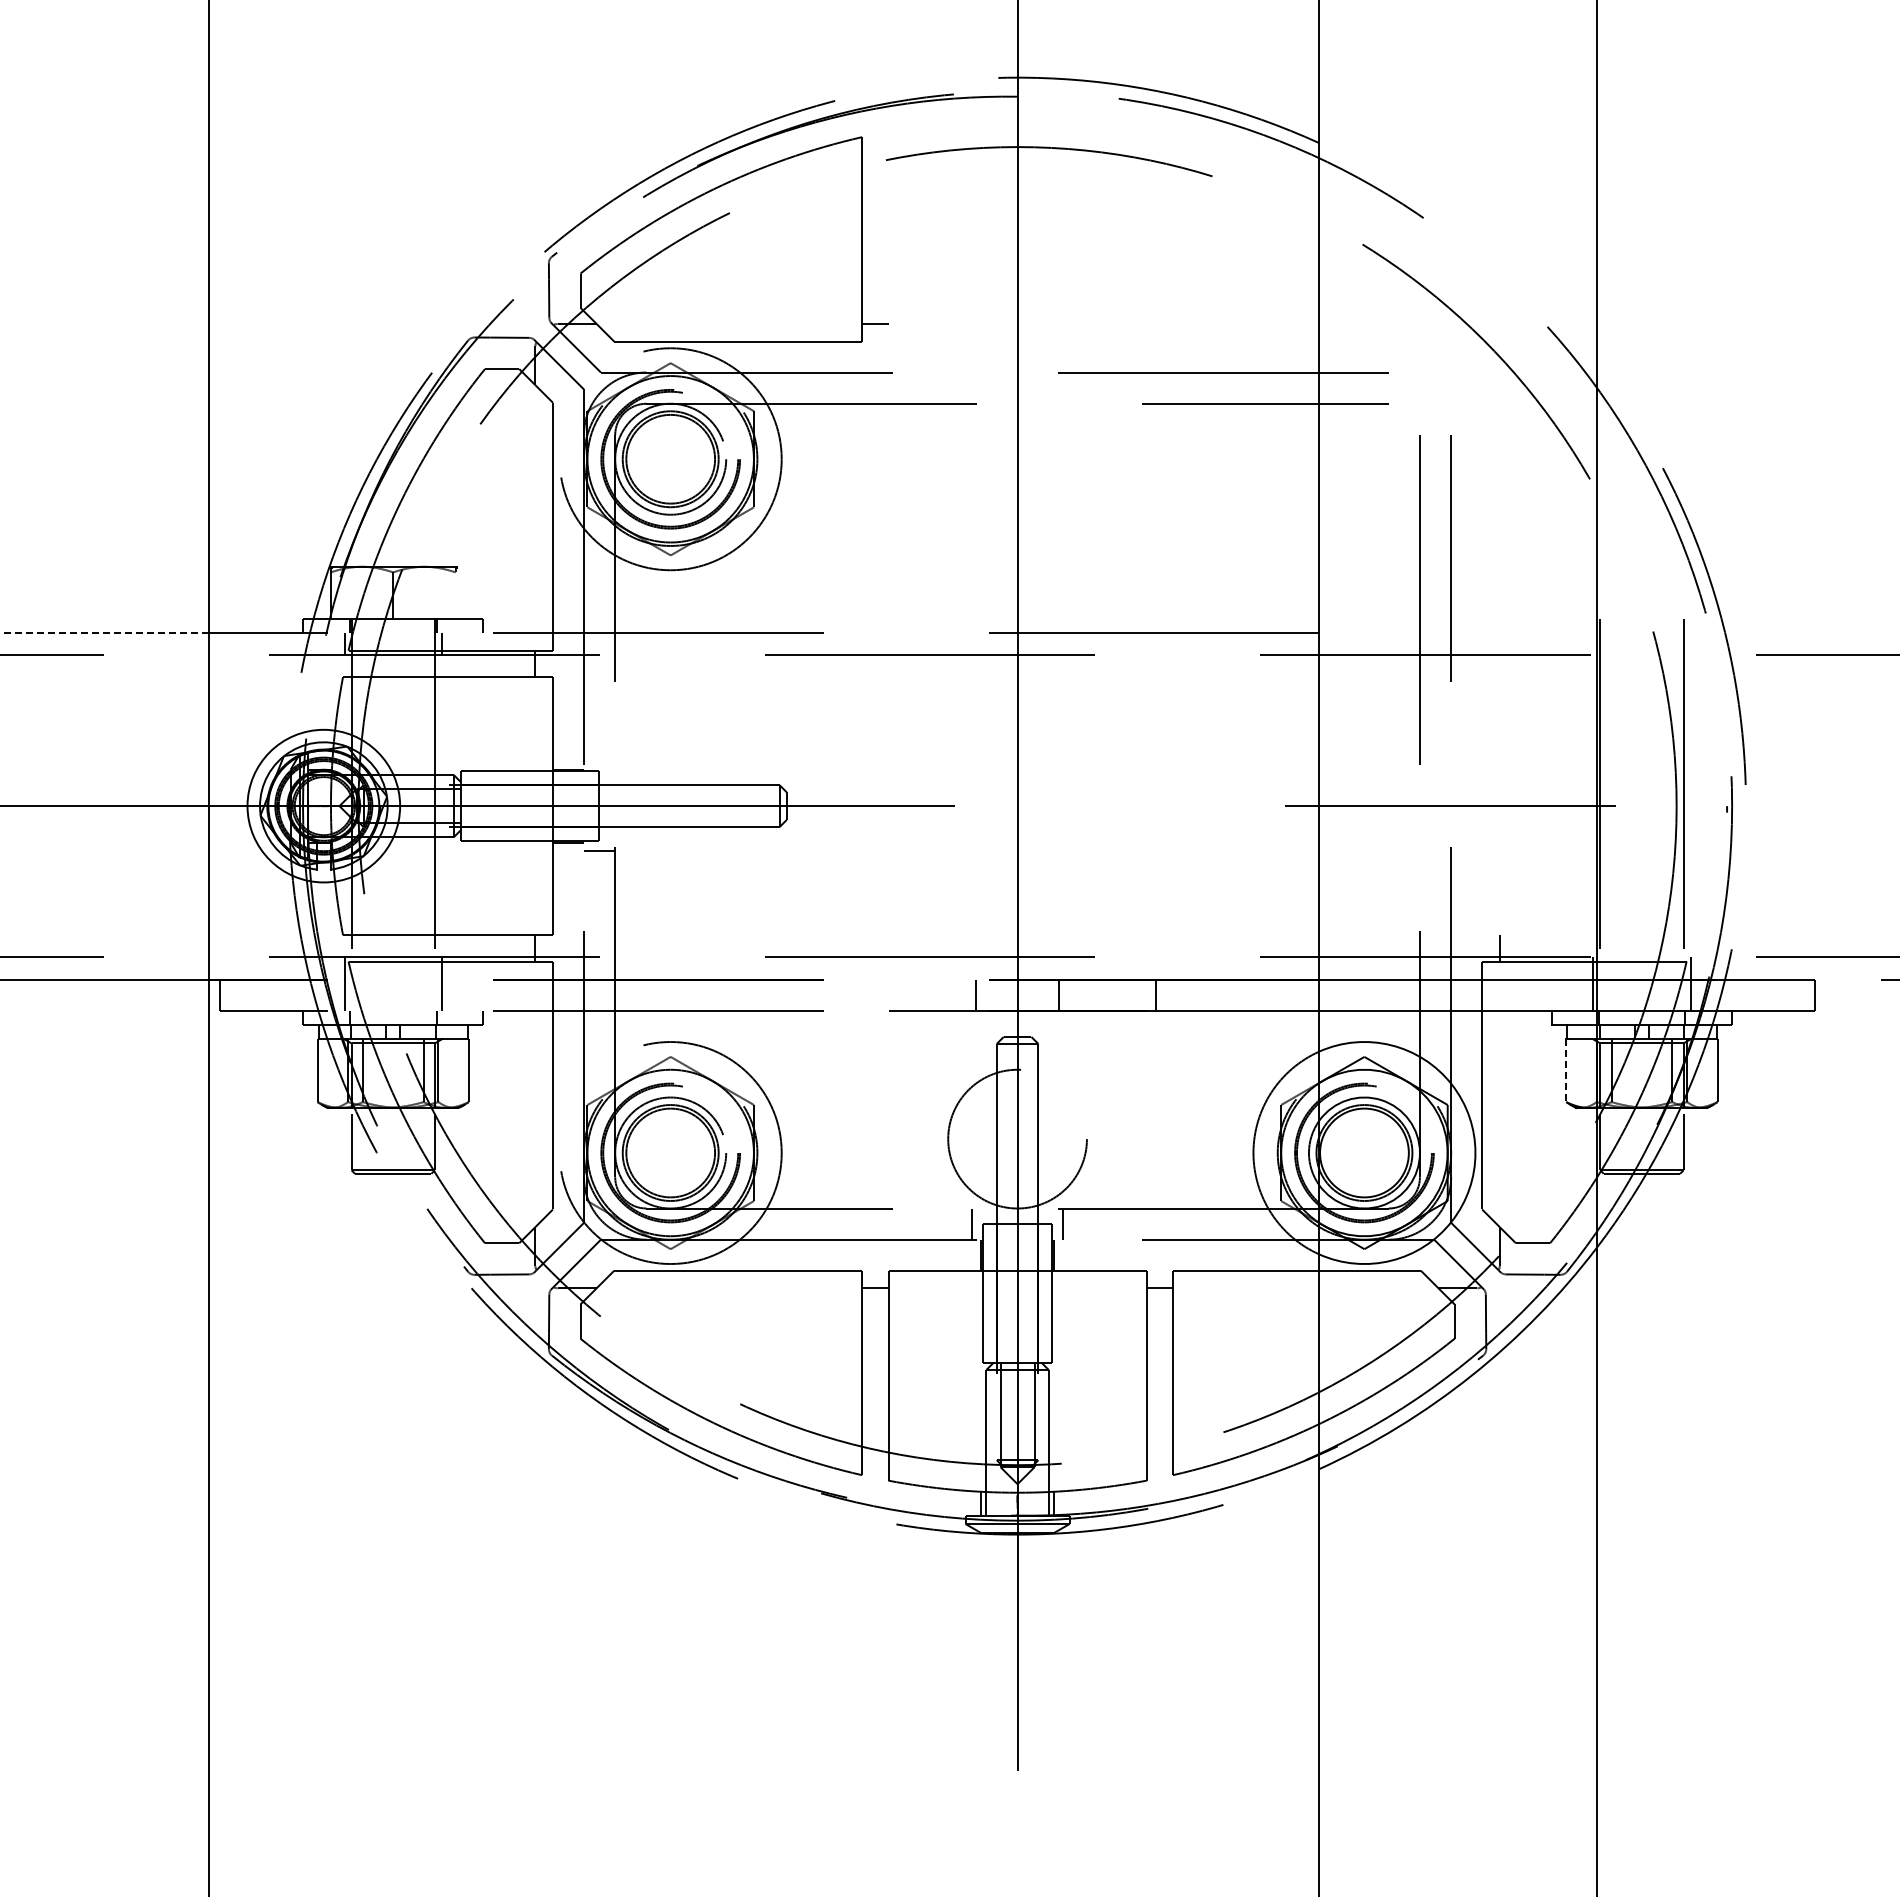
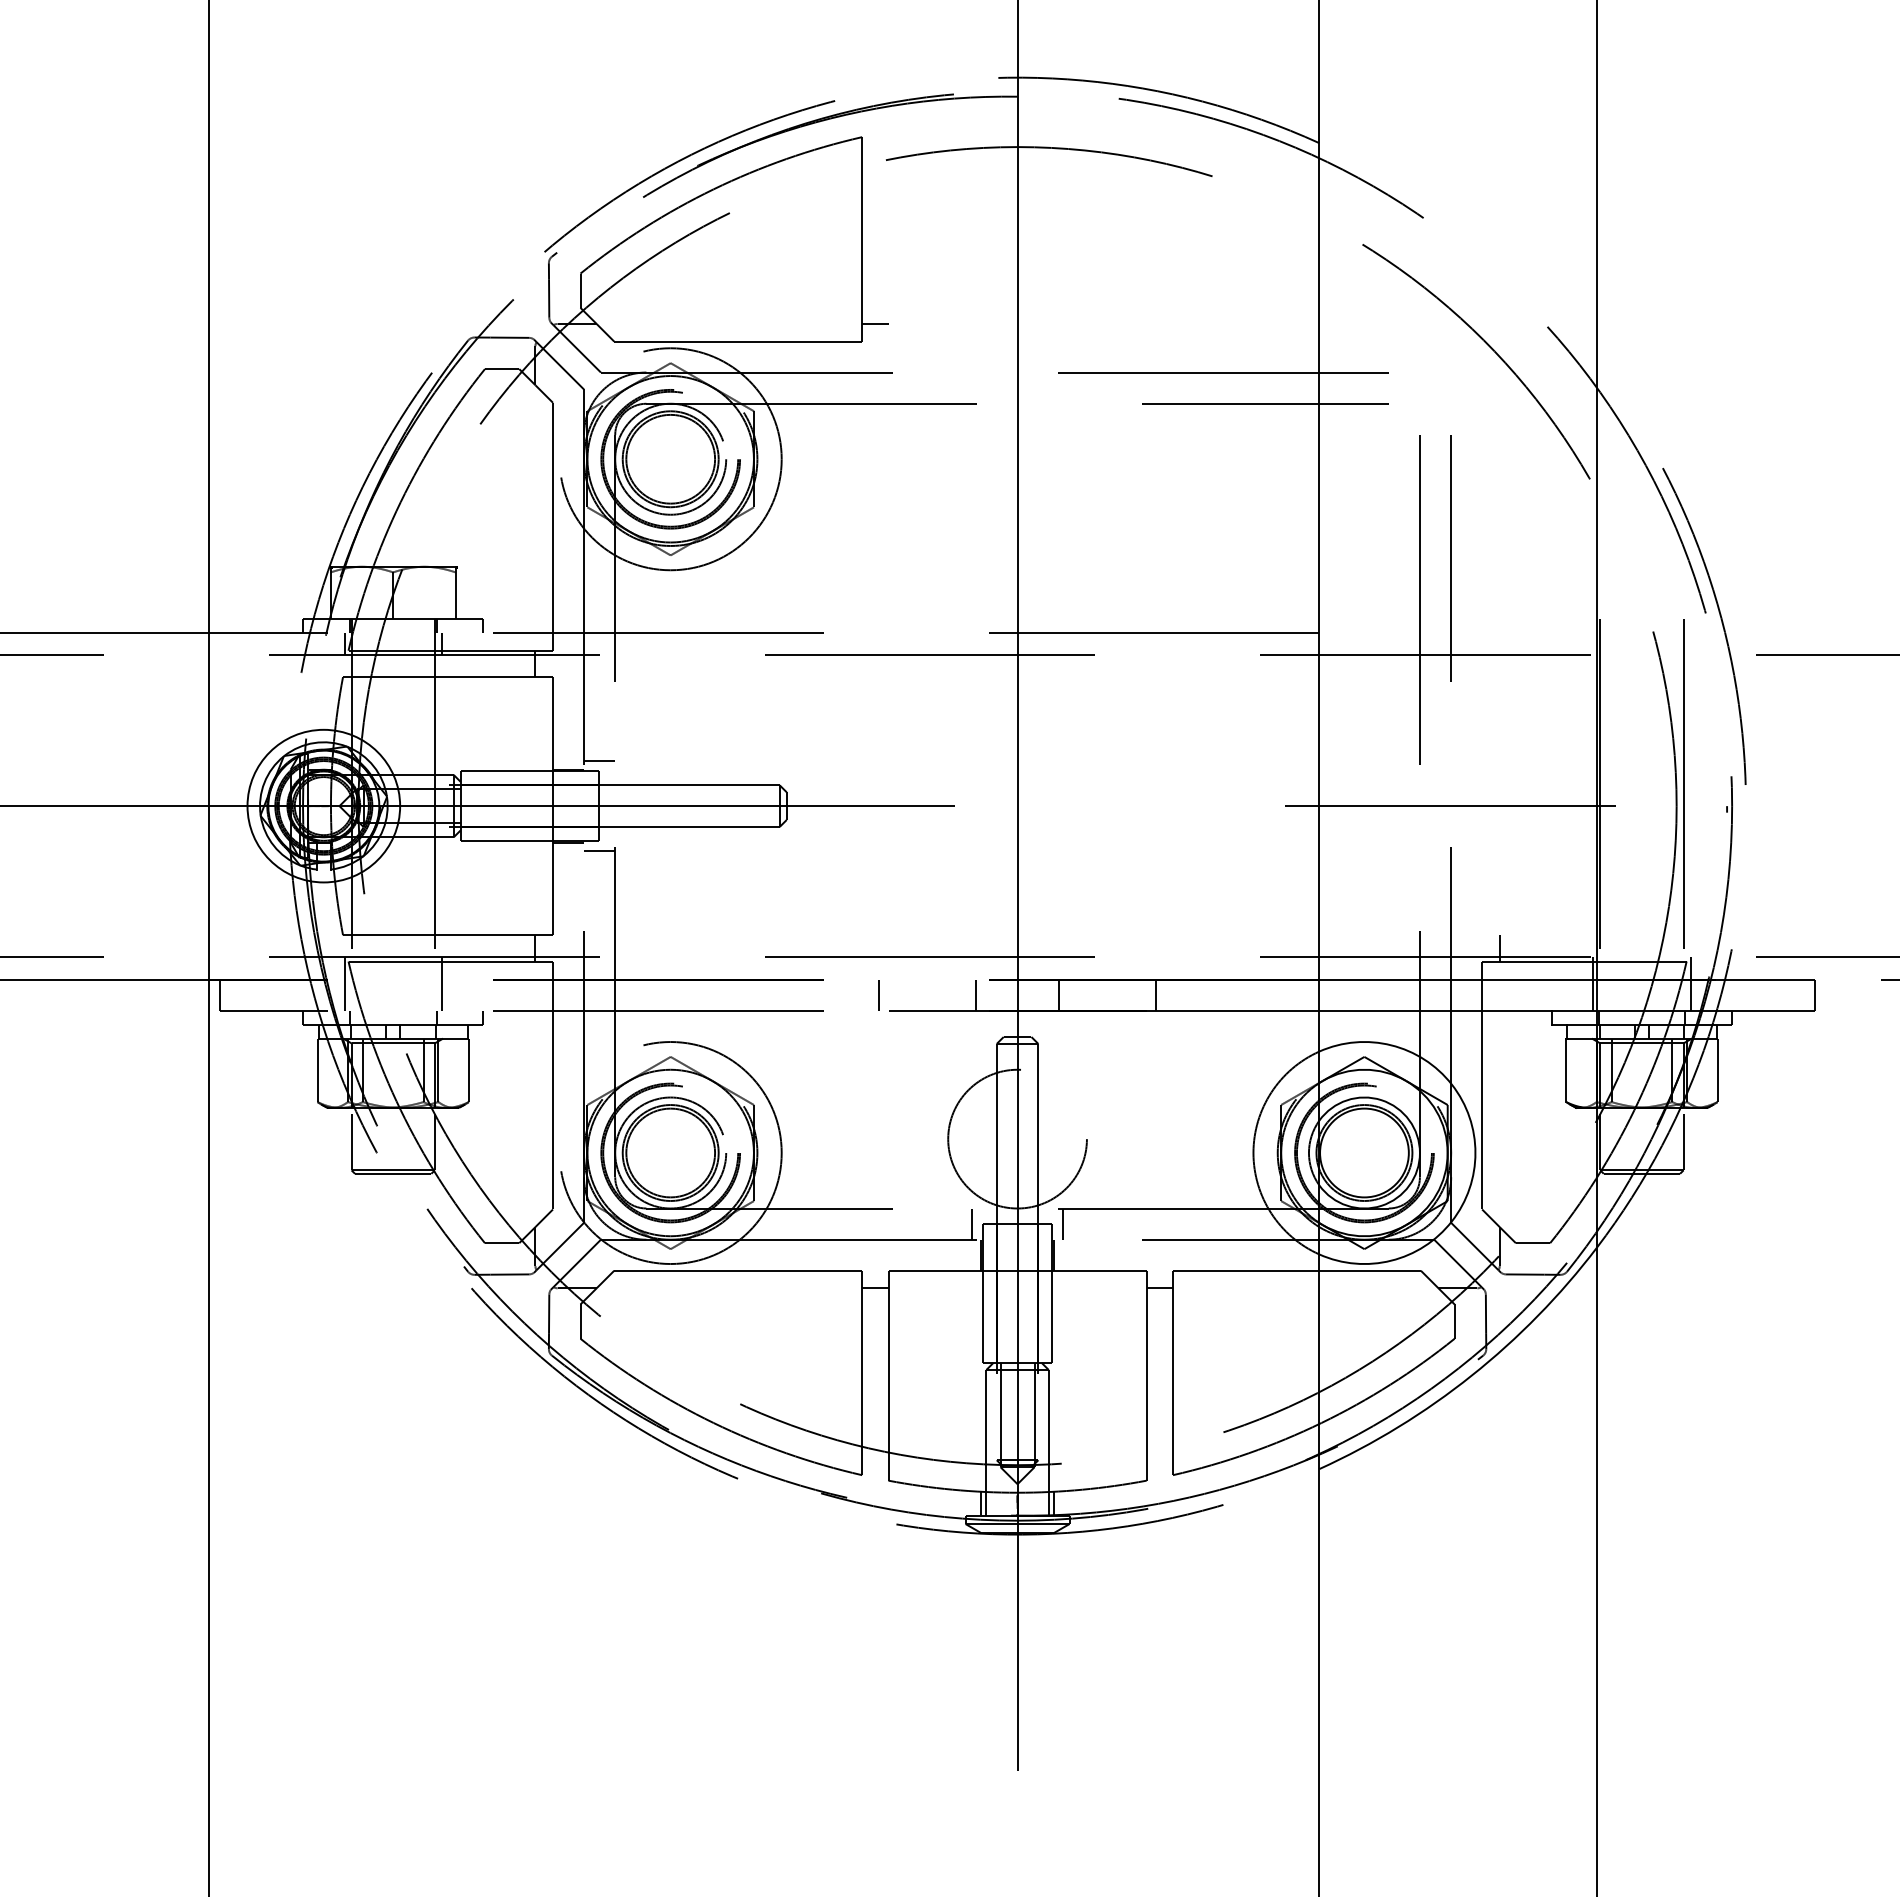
line at (455, 595): none -> present
line at (104, 632): dashed -> solid
line at (599, 761): none -> present
line at (878, 995): none -> present
line at (1566, 1070): dashed -> solid
